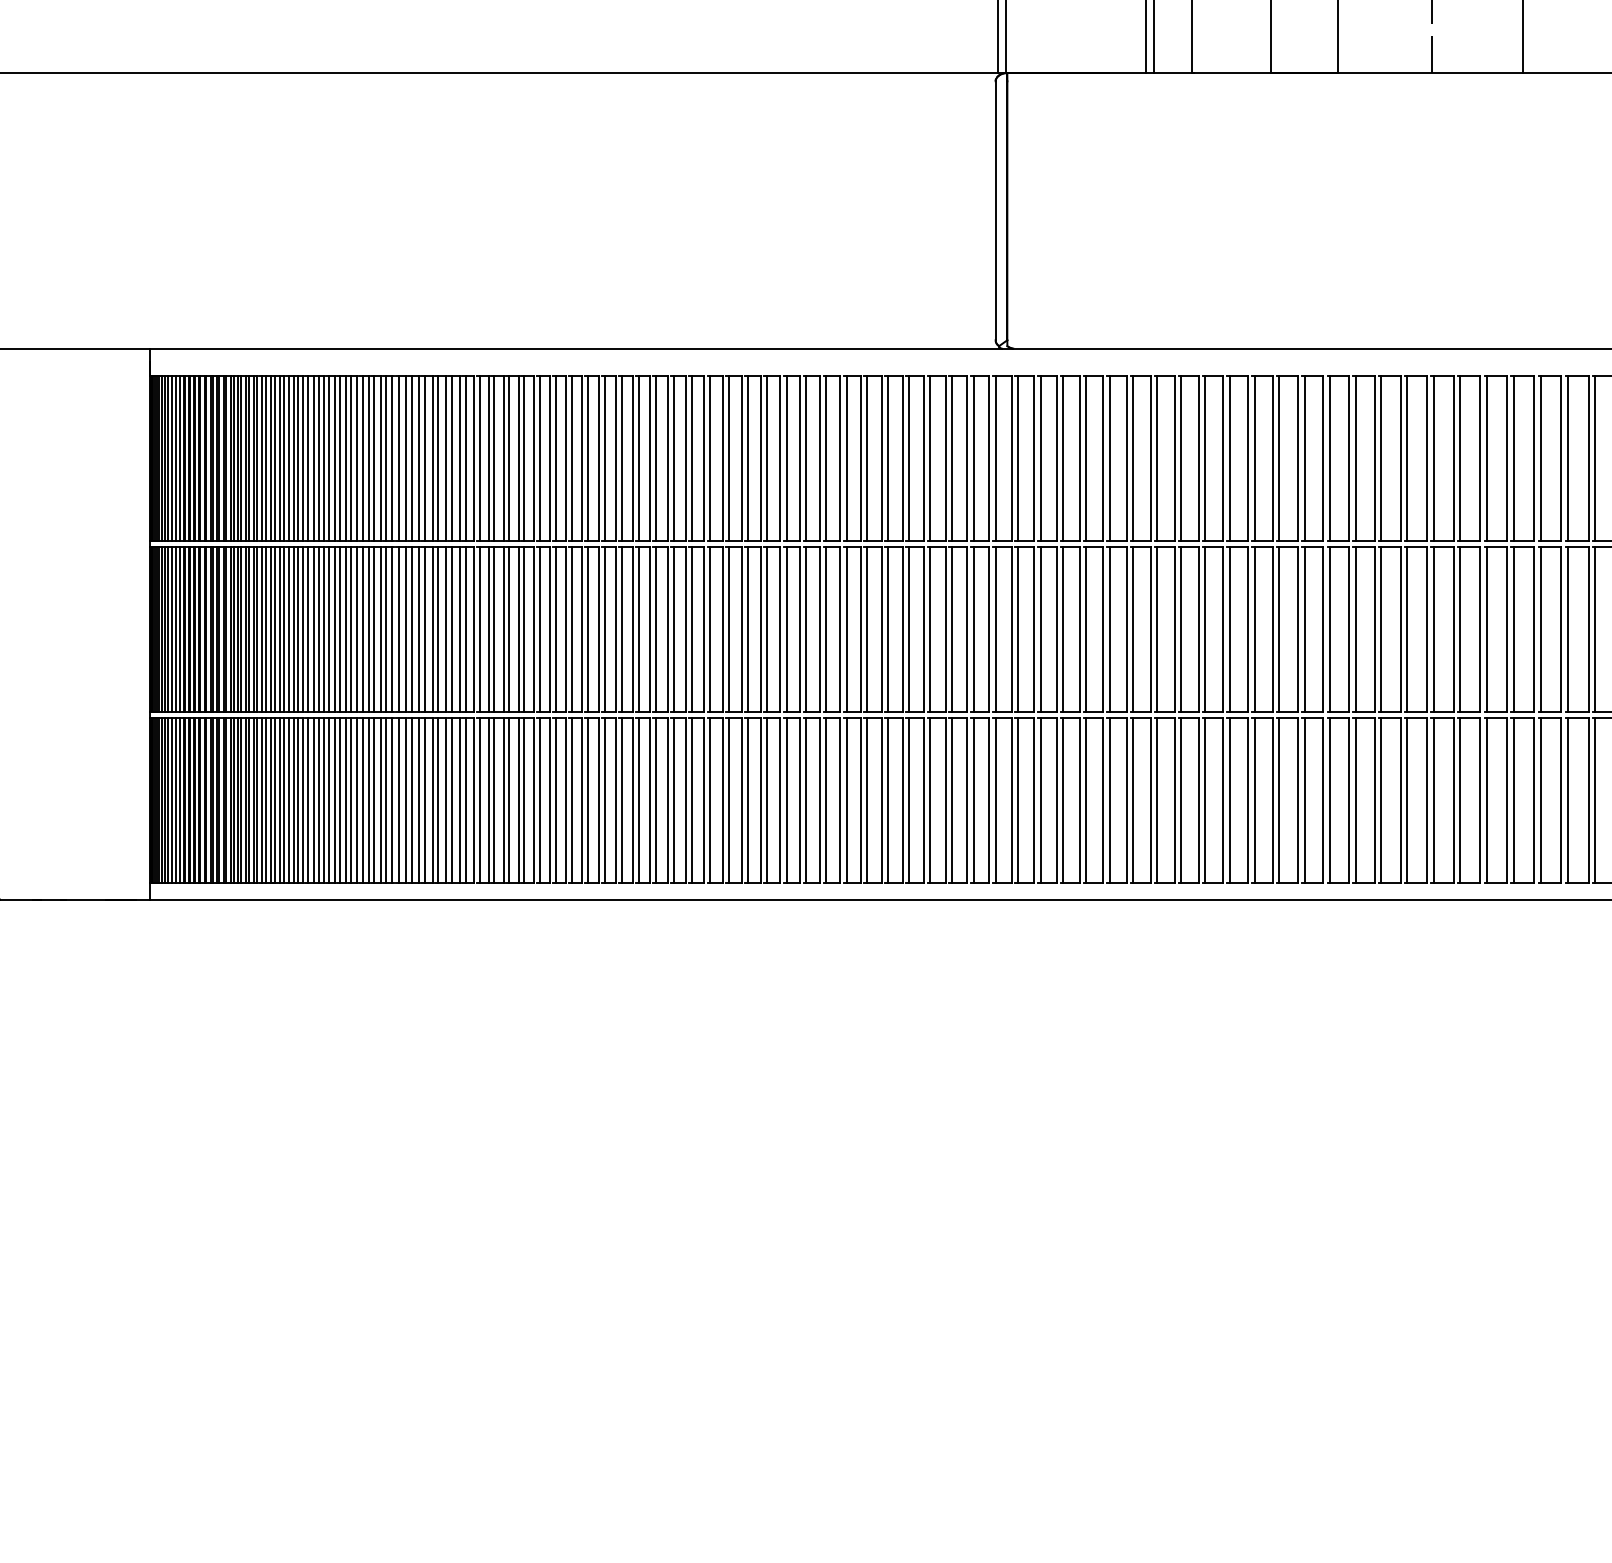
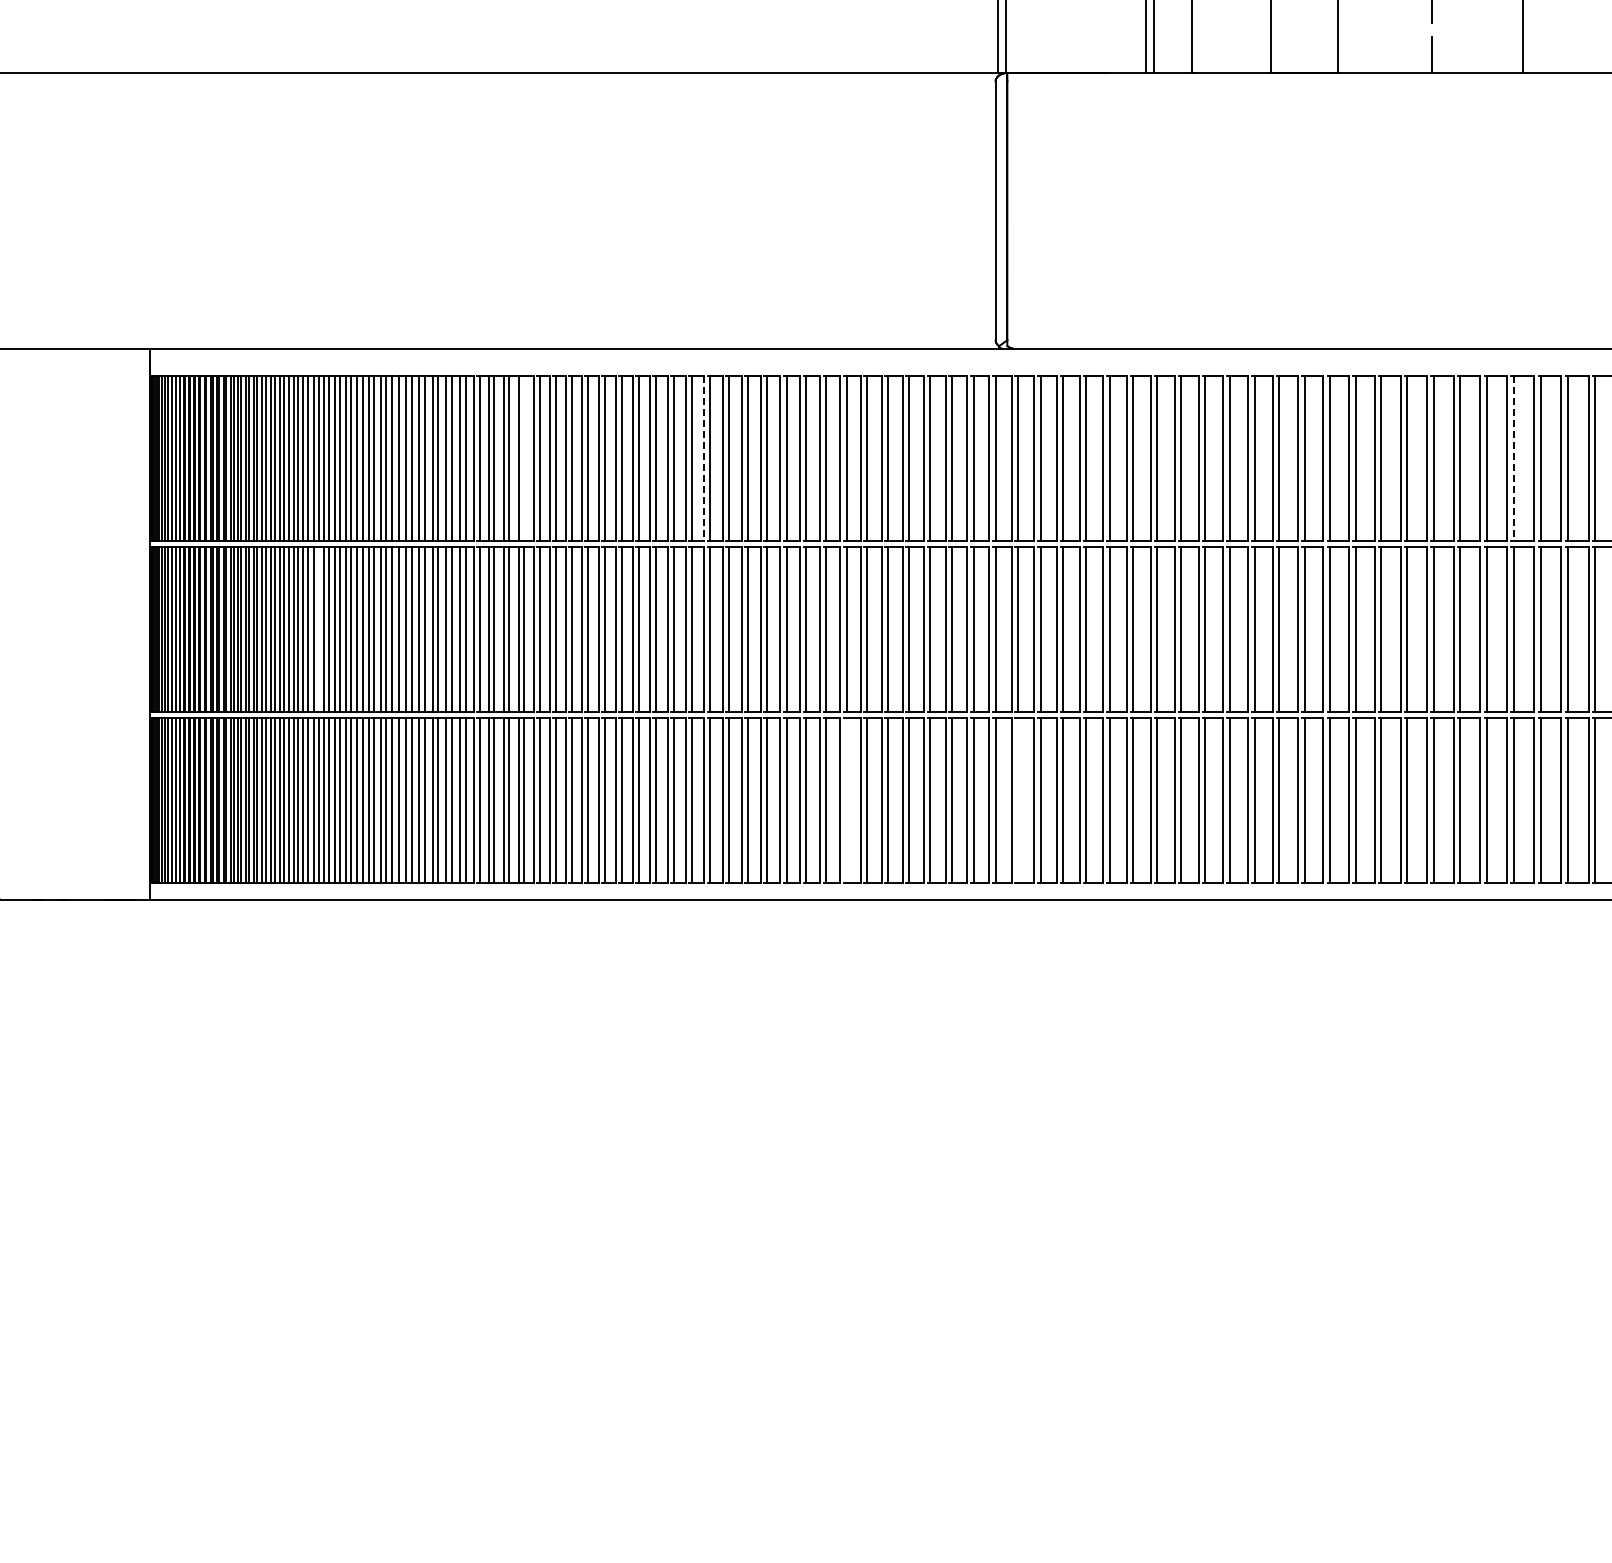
line at (524, 458): present -> none
line at (704, 458): solid -> dashed
line at (1513, 458): solid -> dashed
line at (318, 629): present -> none
line at (846, 800): present -> none
line at (1017, 800): present -> none
